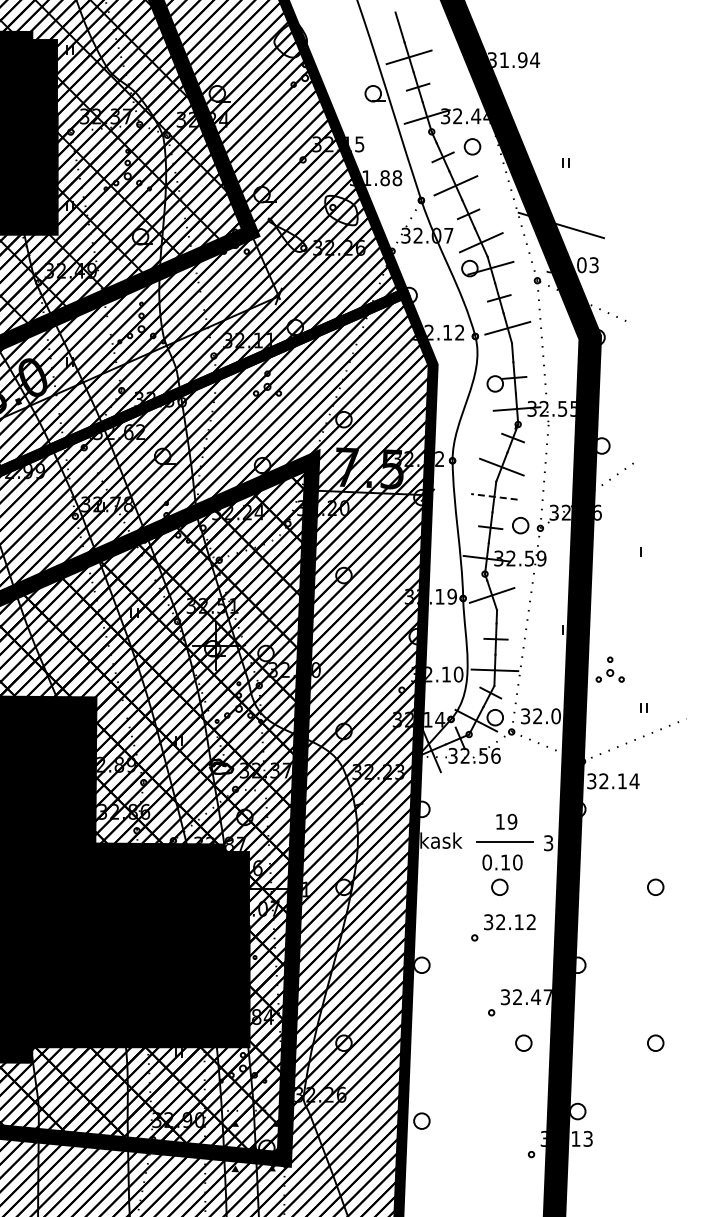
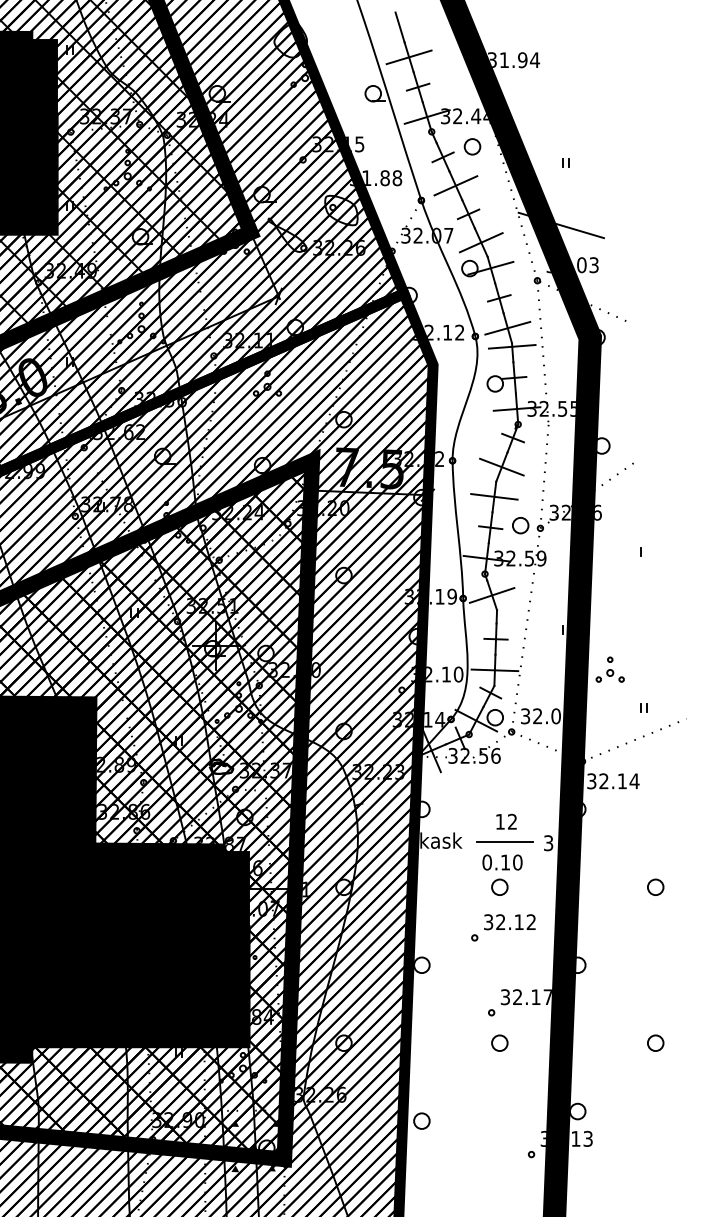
line at (511, 346): none -> present
line at (493, 496): dashed -> solid
text at (512, 821): 19 -> 12
text at (536, 996): 32.47 -> 32.17
circle at (523, 1042) position: (523, 1042) -> (499, 1042)
